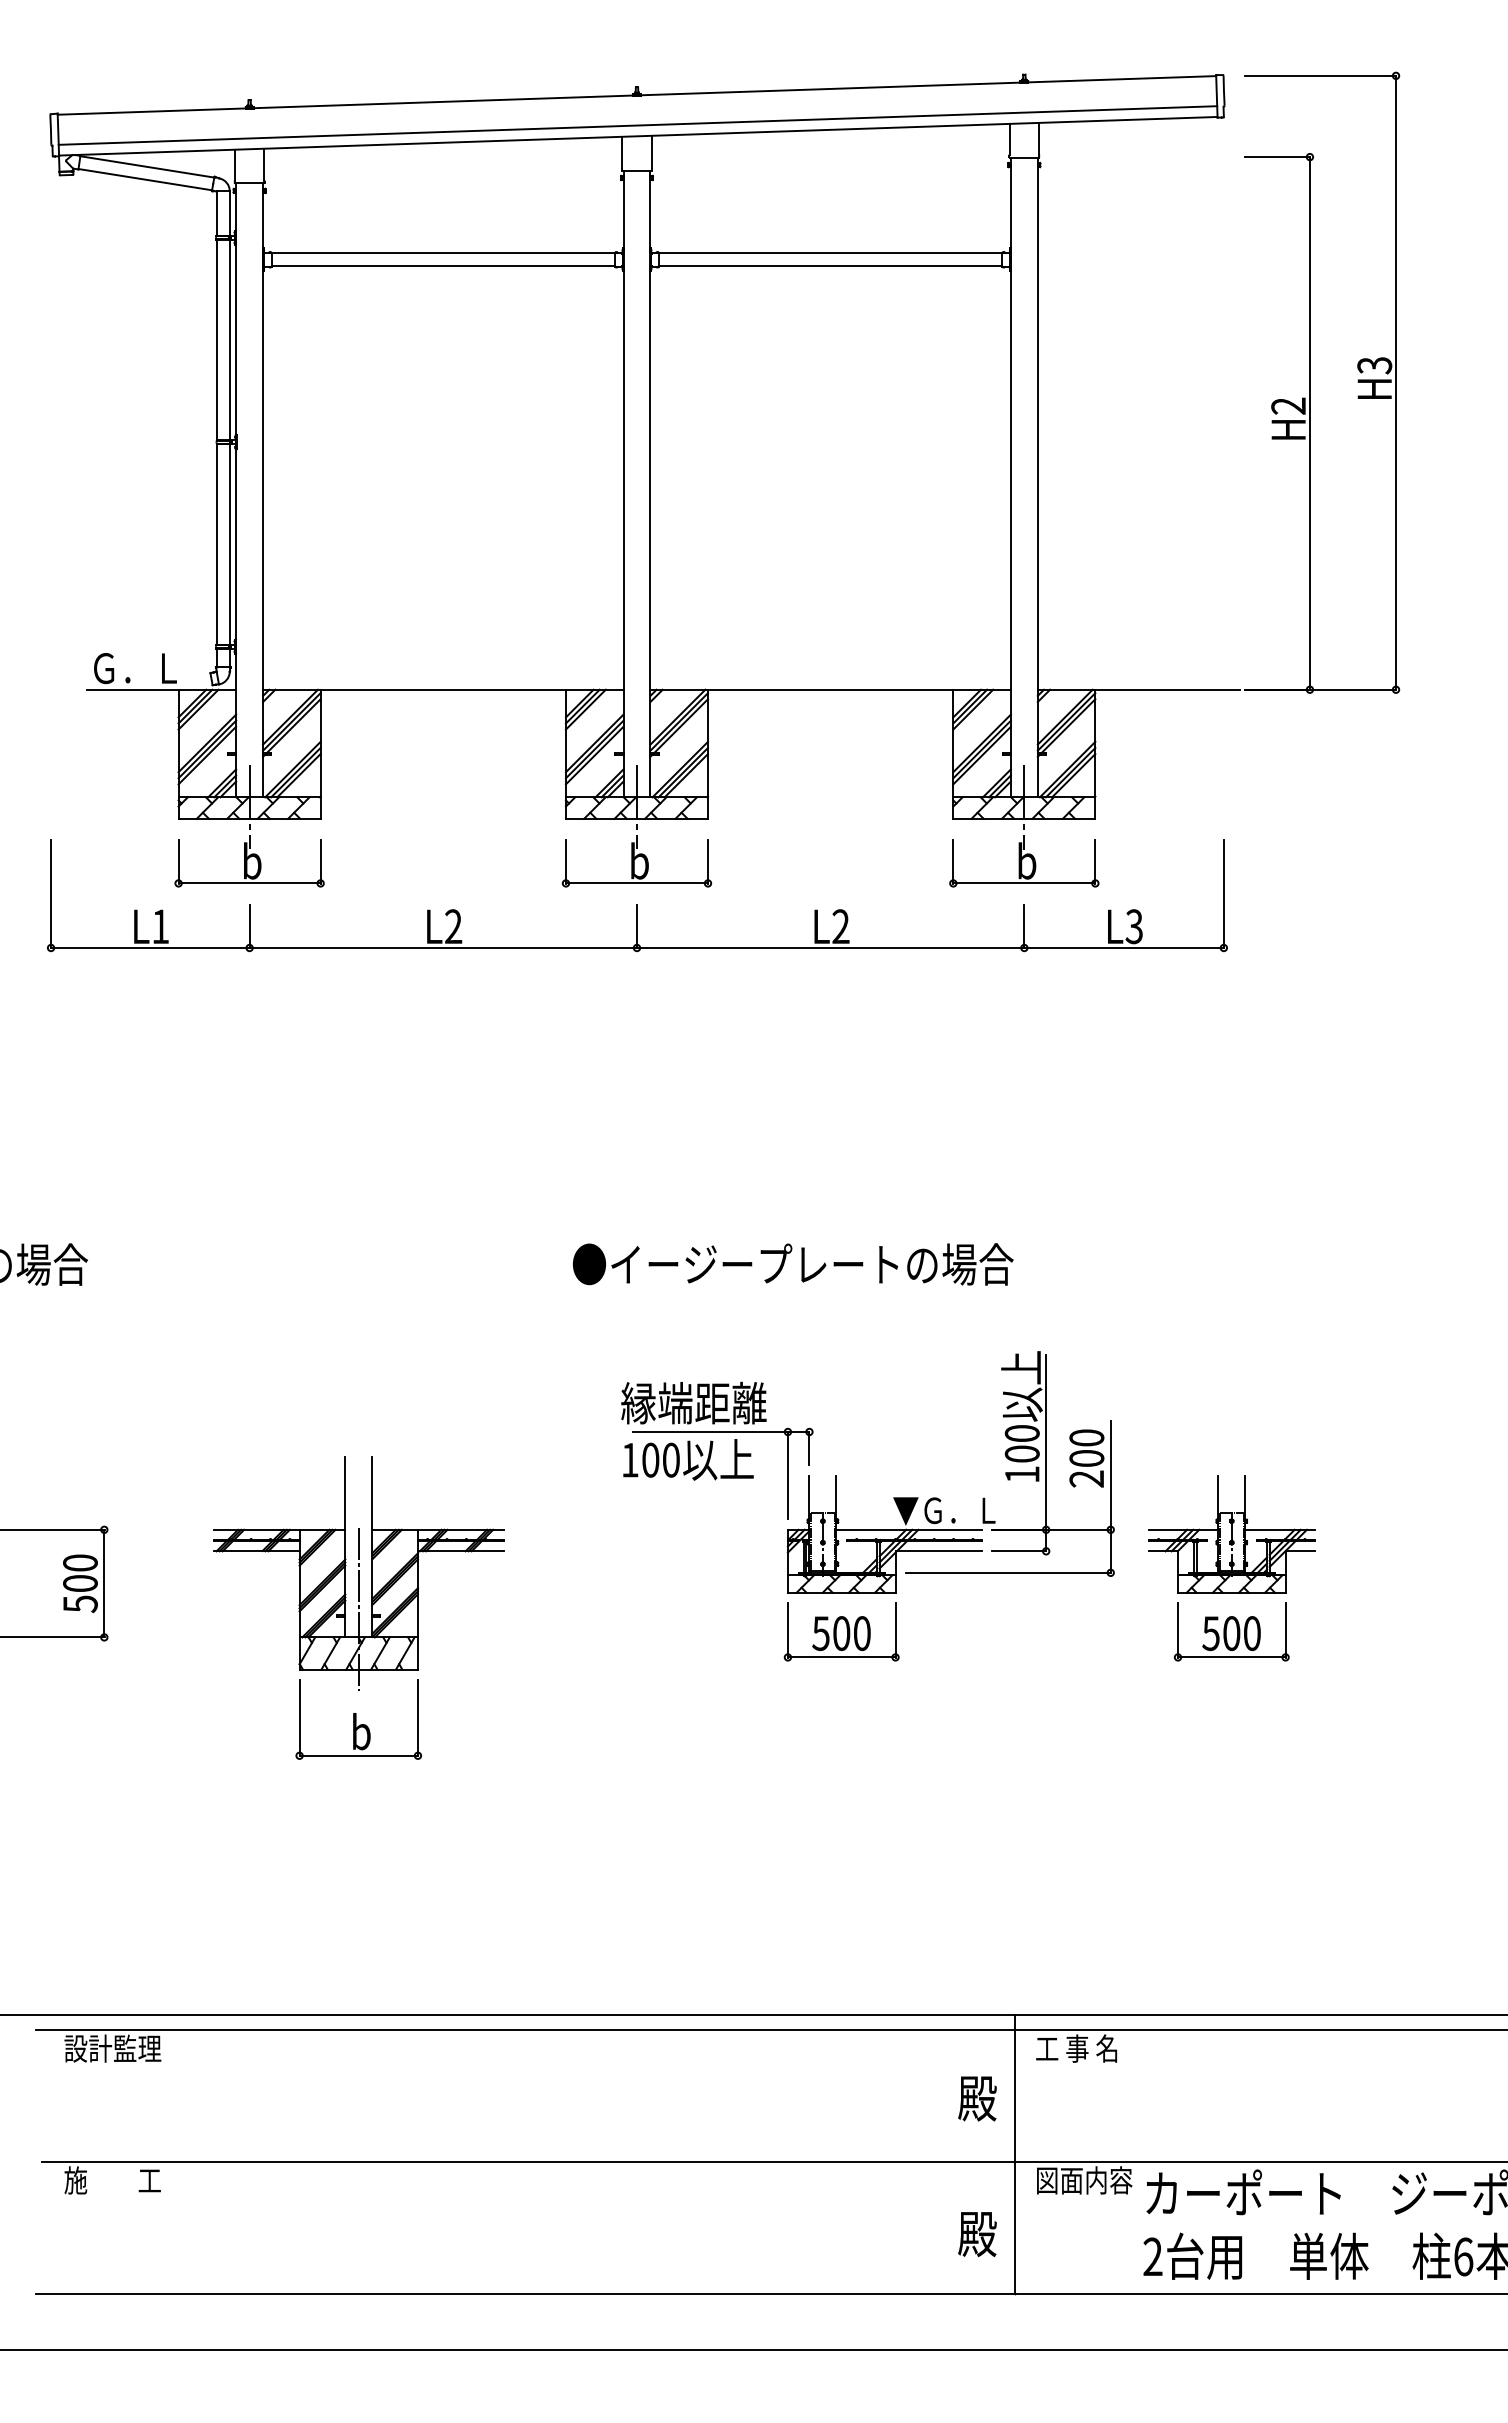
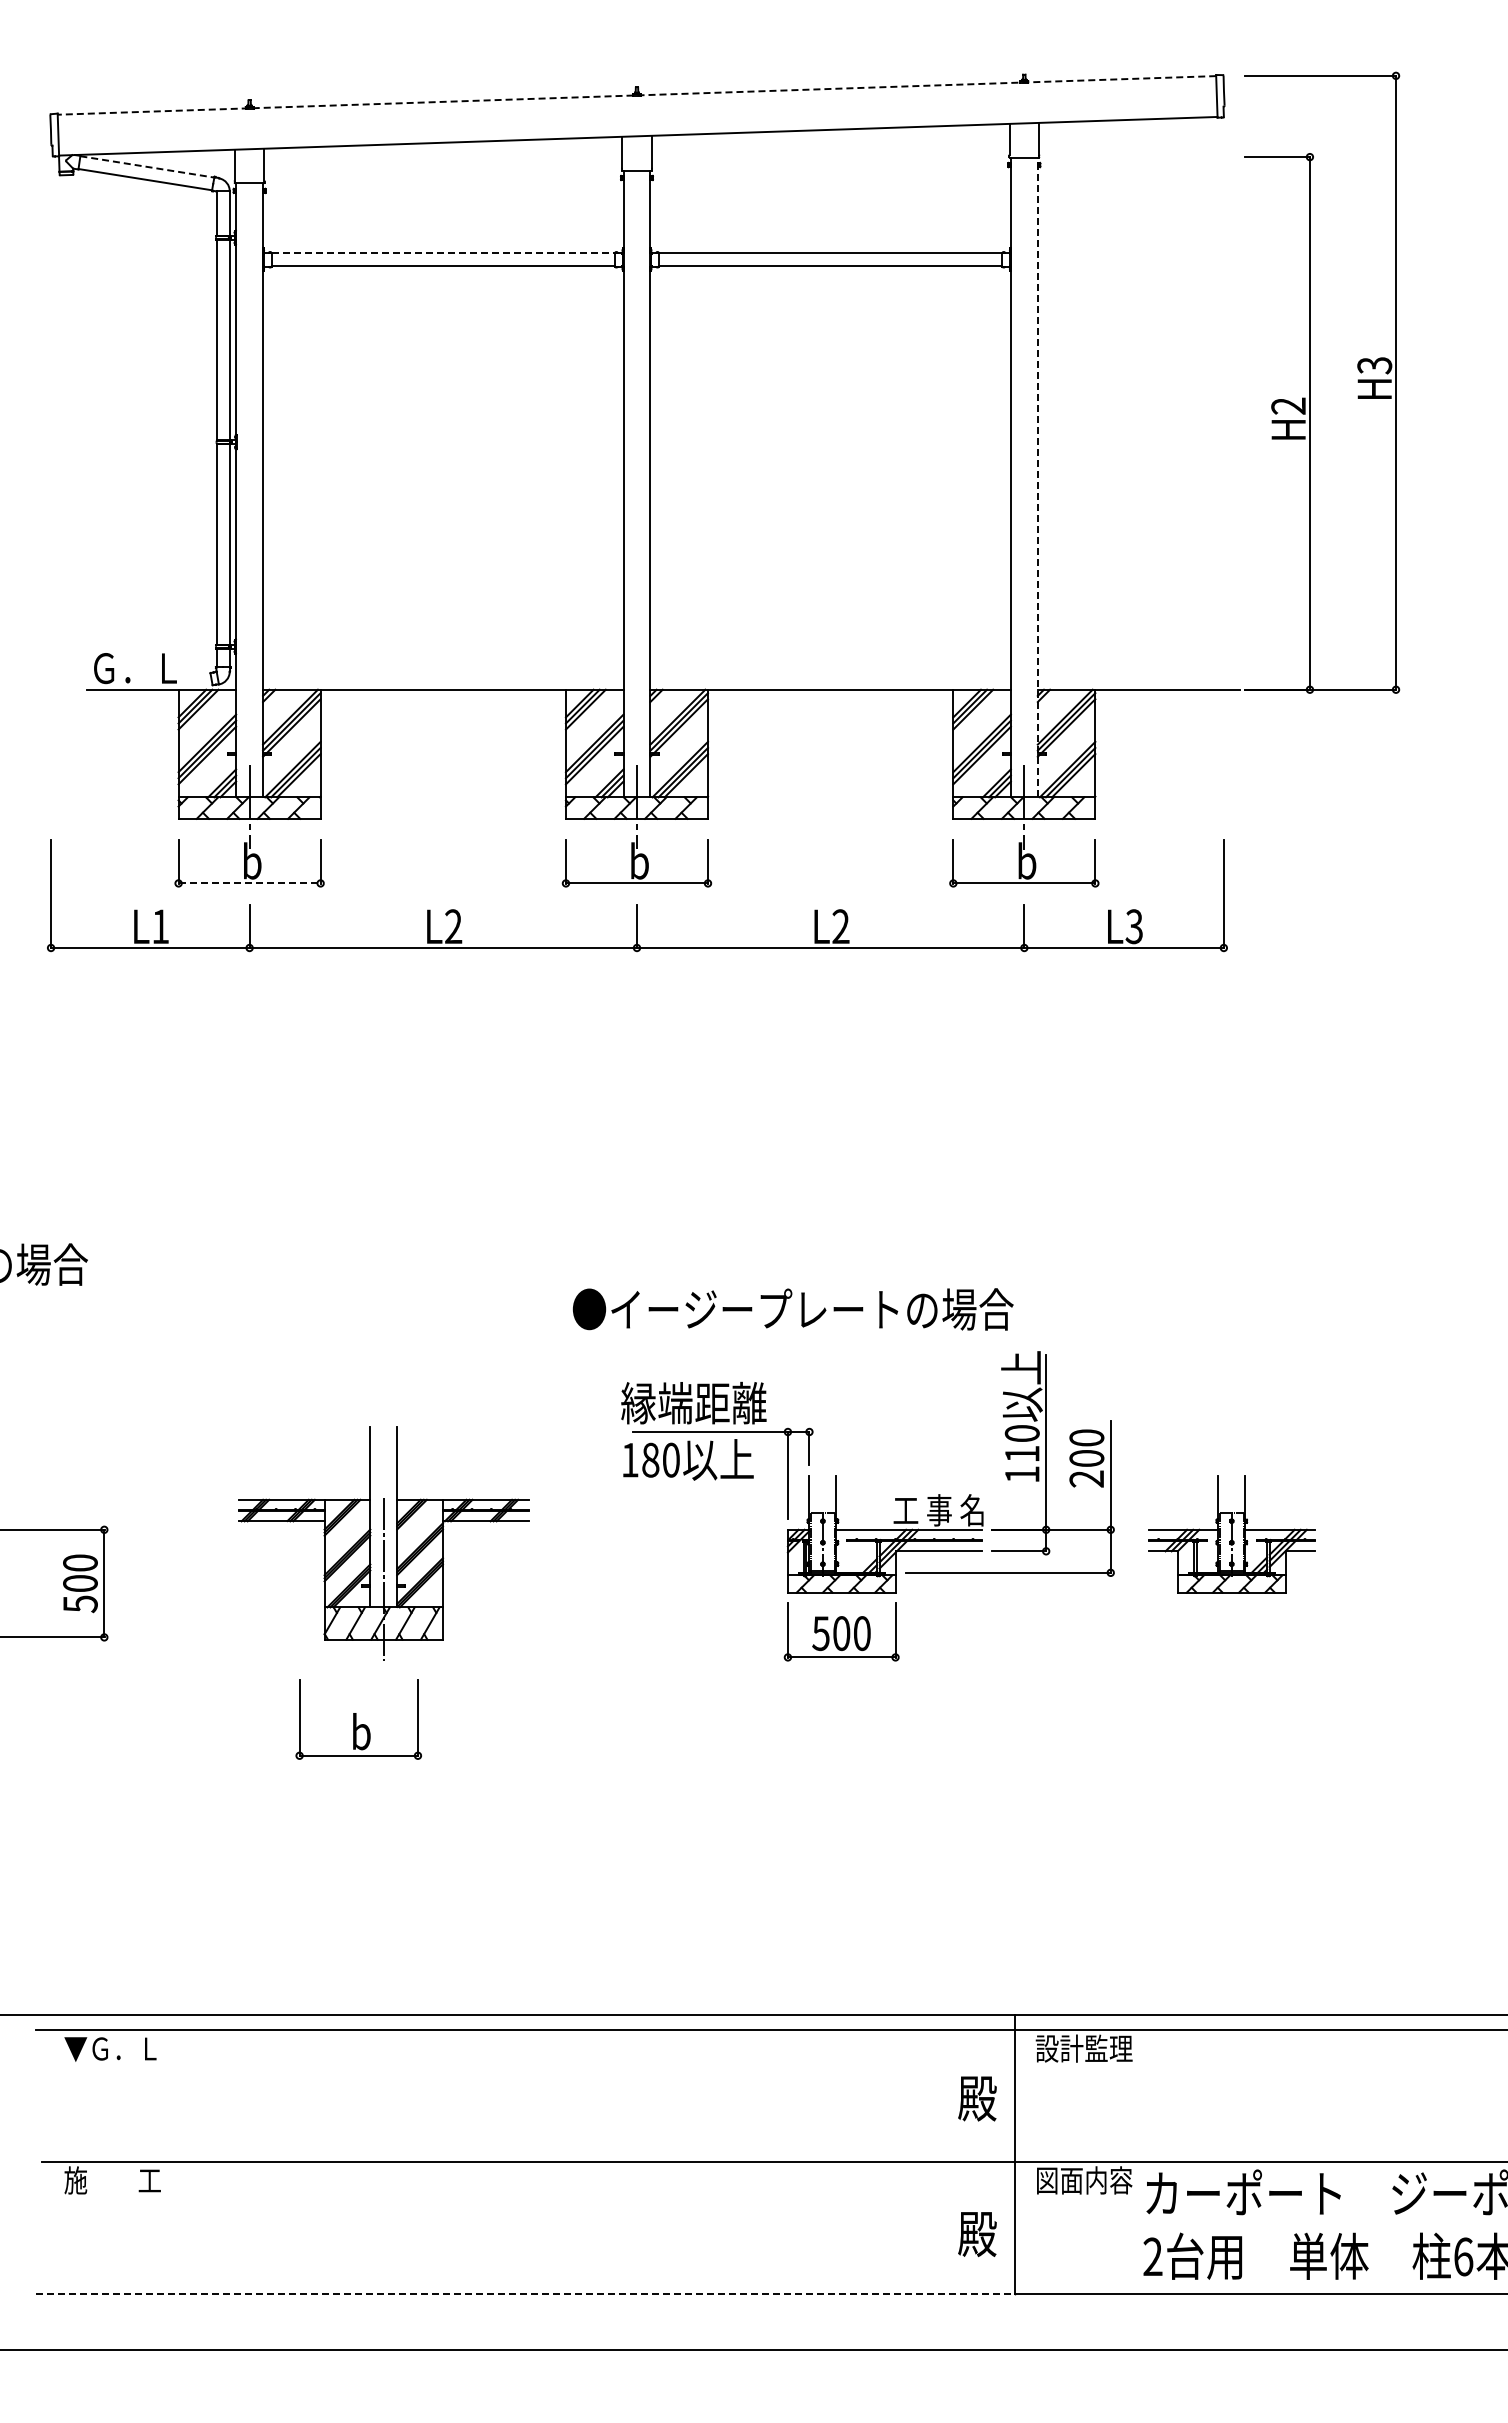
line at (636, 95): solid -> dashed
line at (637, 125): present -> none
line at (147, 166): solid -> dashed
line at (443, 253): solid -> dashed
line at (1037, 477): solid -> dashed
line at (250, 883): solid -> dashed
text at (792, 1264) position: (792, 1264) -> (792, 1309)
text at (1021, 1453): 100 -> 110
text at (650, 1459): 100 -> 180
text at (944, 1510): ▼Ｇ．Ｌ -> 工 事 名
part at (358, 1573) position: (358, 1573) -> (383, 1543)
part at (1231, 1631): present -> none
text at (112, 2048): 設計監理 -> ▼Ｇ．Ｌ
text at (1083, 2048): 工 事 名 -> 設計監理
line at (525, 2293): solid -> dashed
